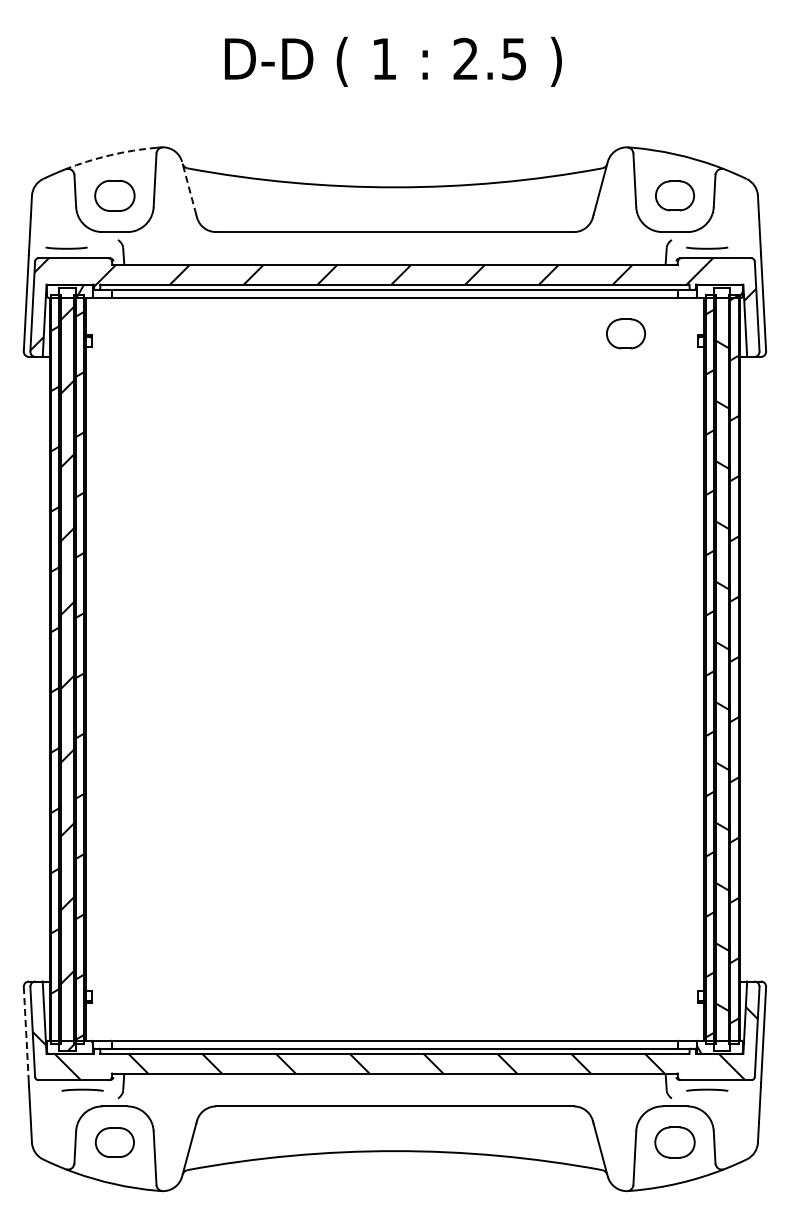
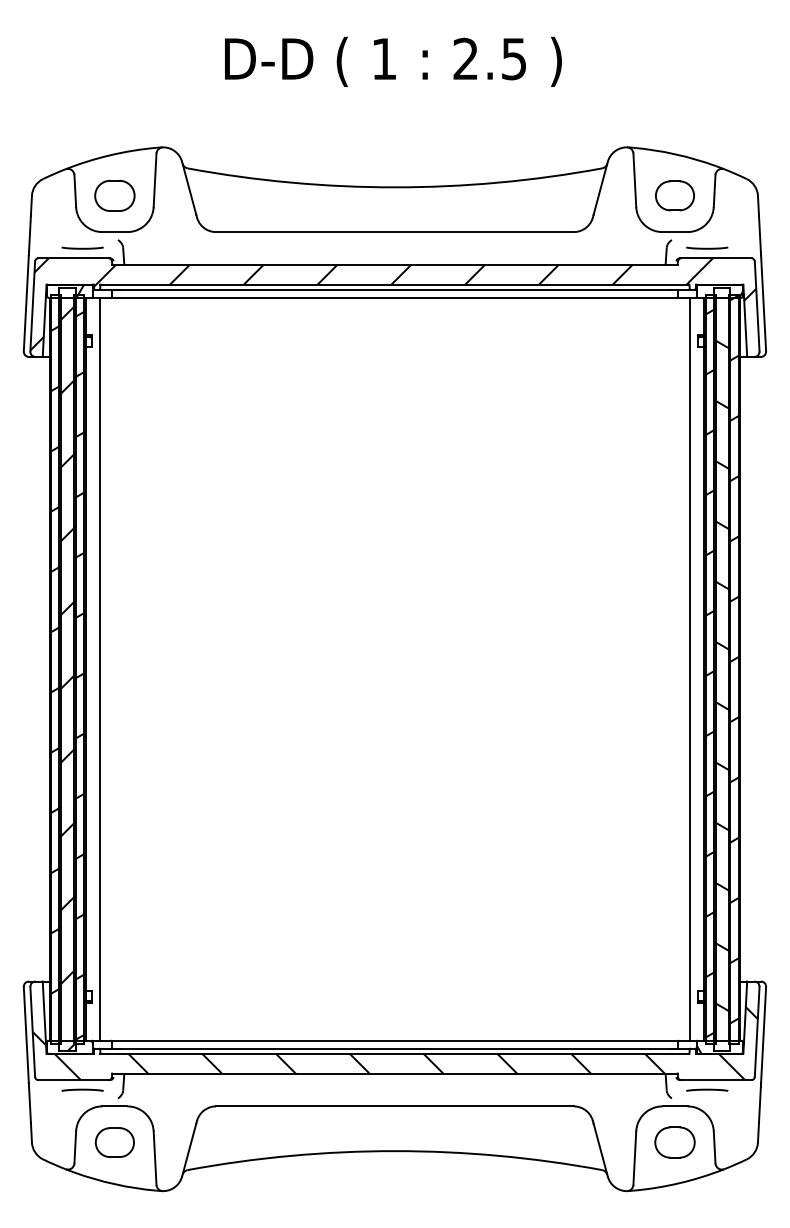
arc at (110, 155): dashed -> solid
line at (189, 187): dashed -> solid
line at (66, 247) position: (66, 247) -> (82, 247)
part at (625, 333): present -> none
line at (99, 668): none -> present
line at (690, 668): none -> present
line at (26, 1035): dashed -> solid
